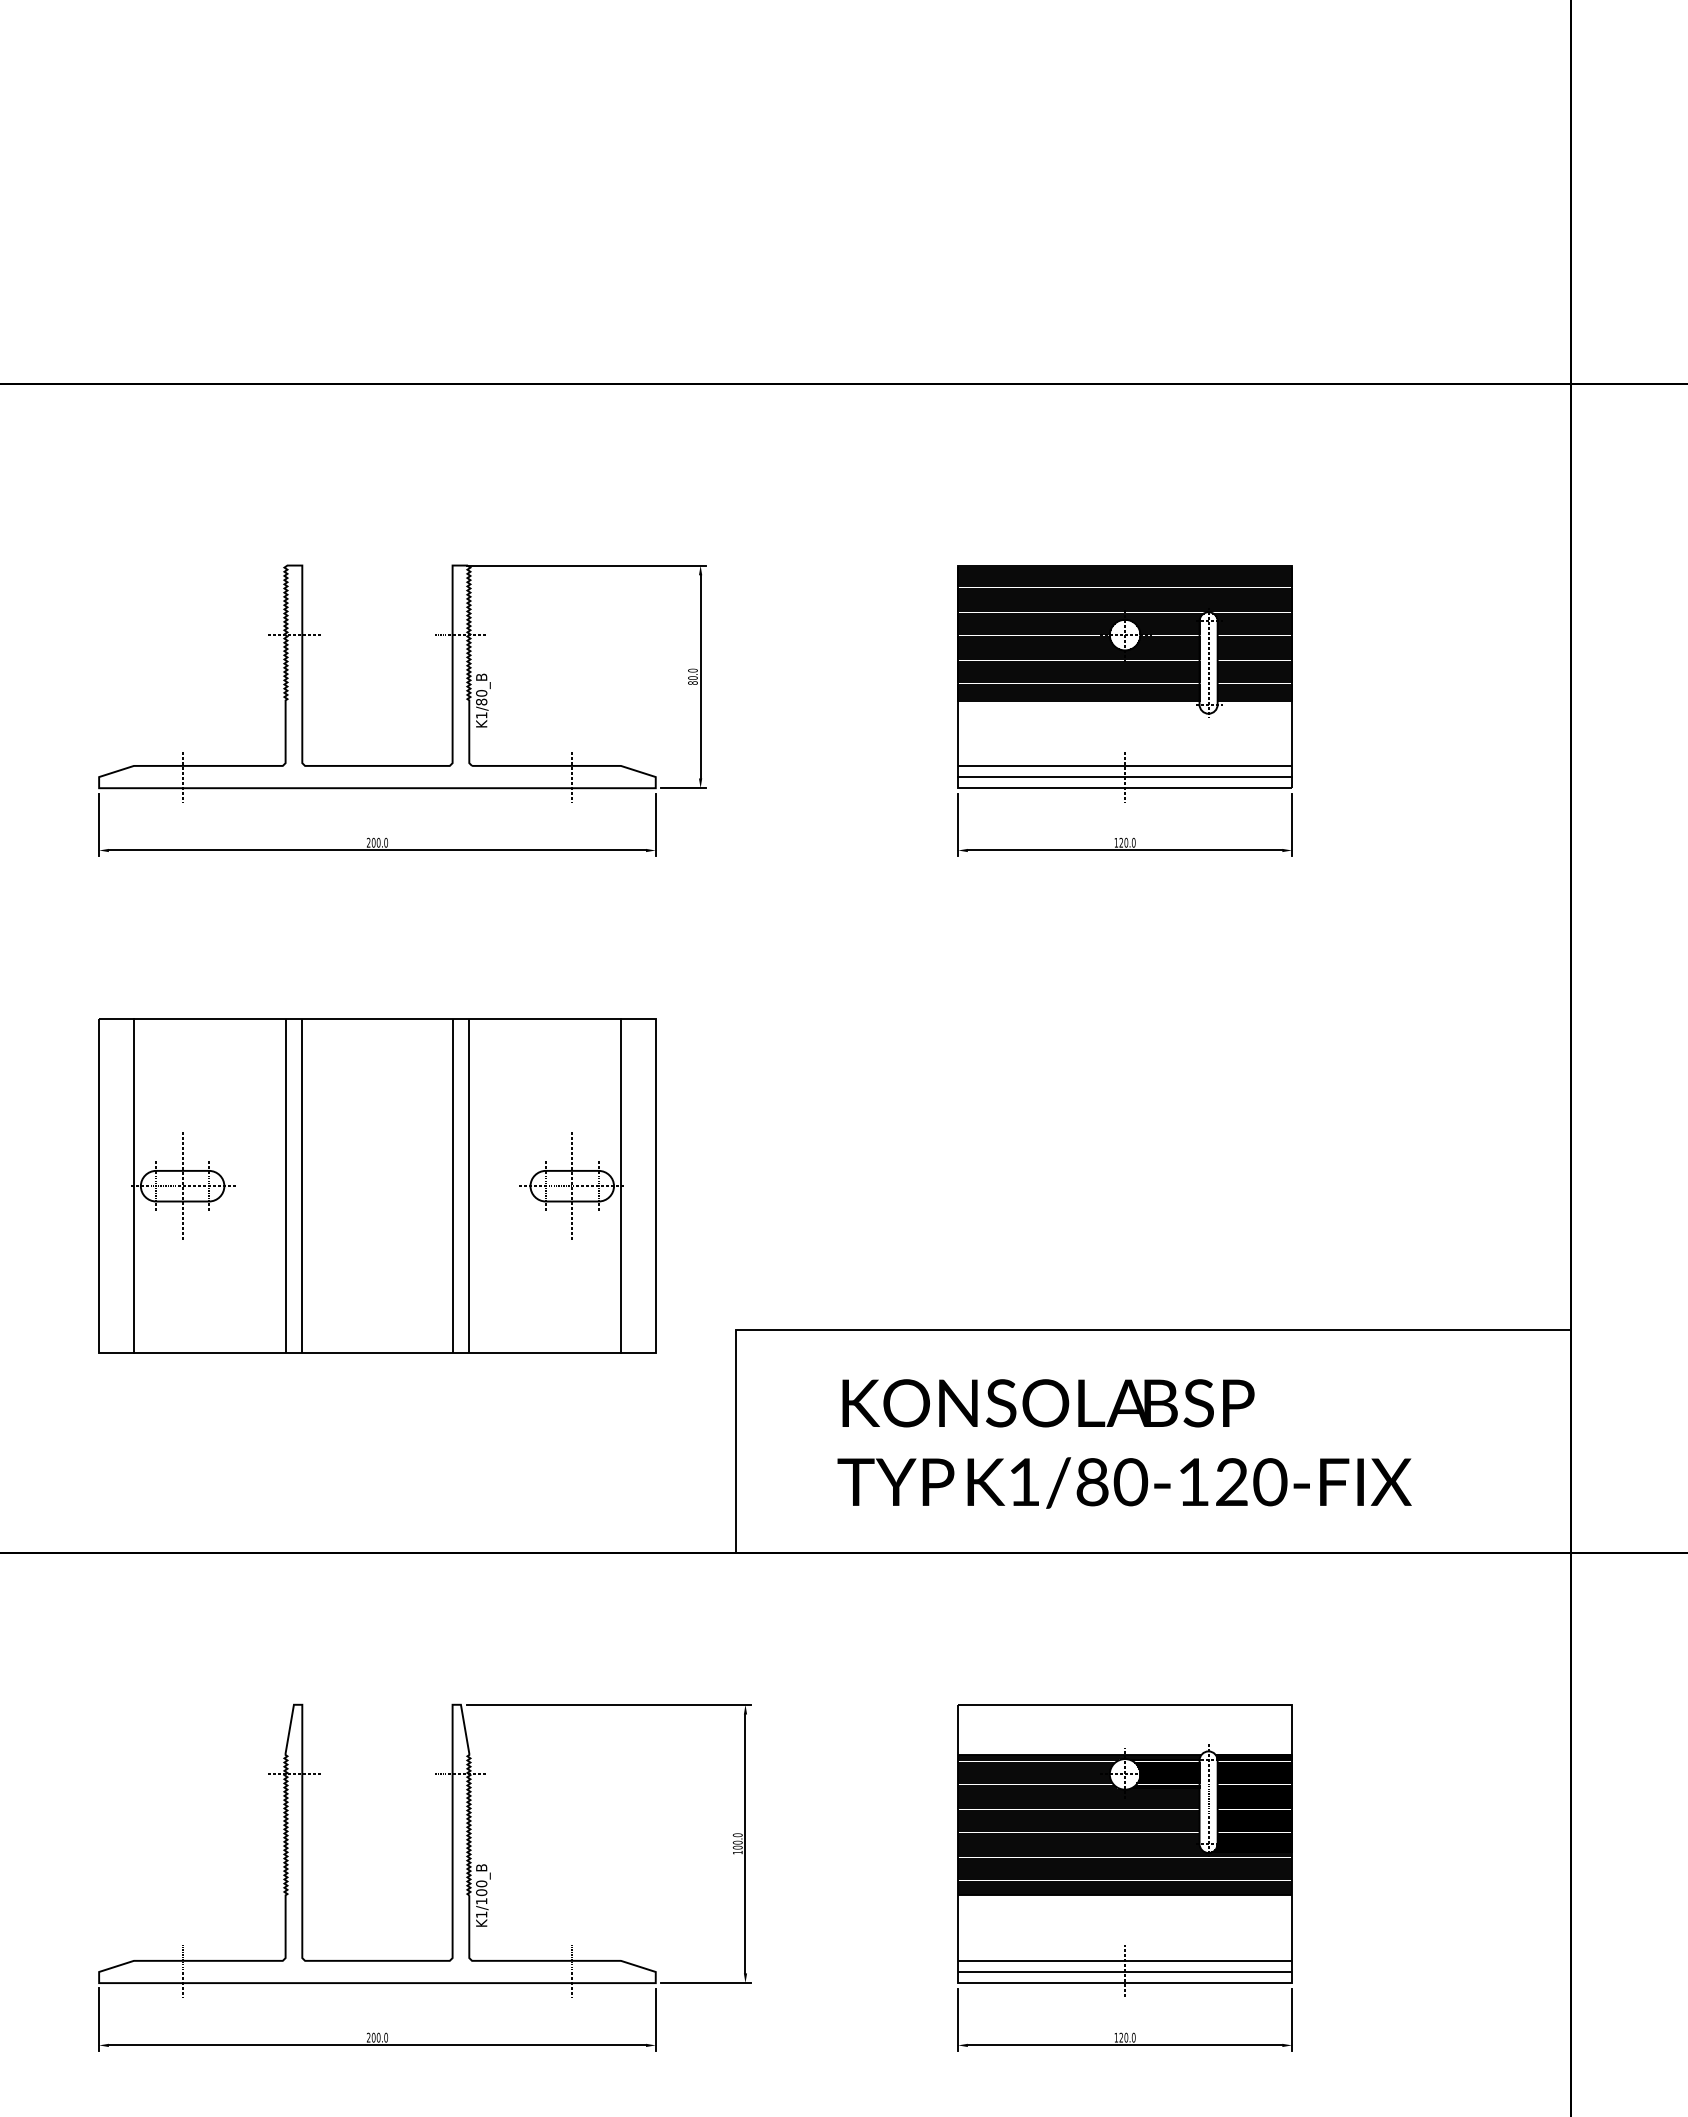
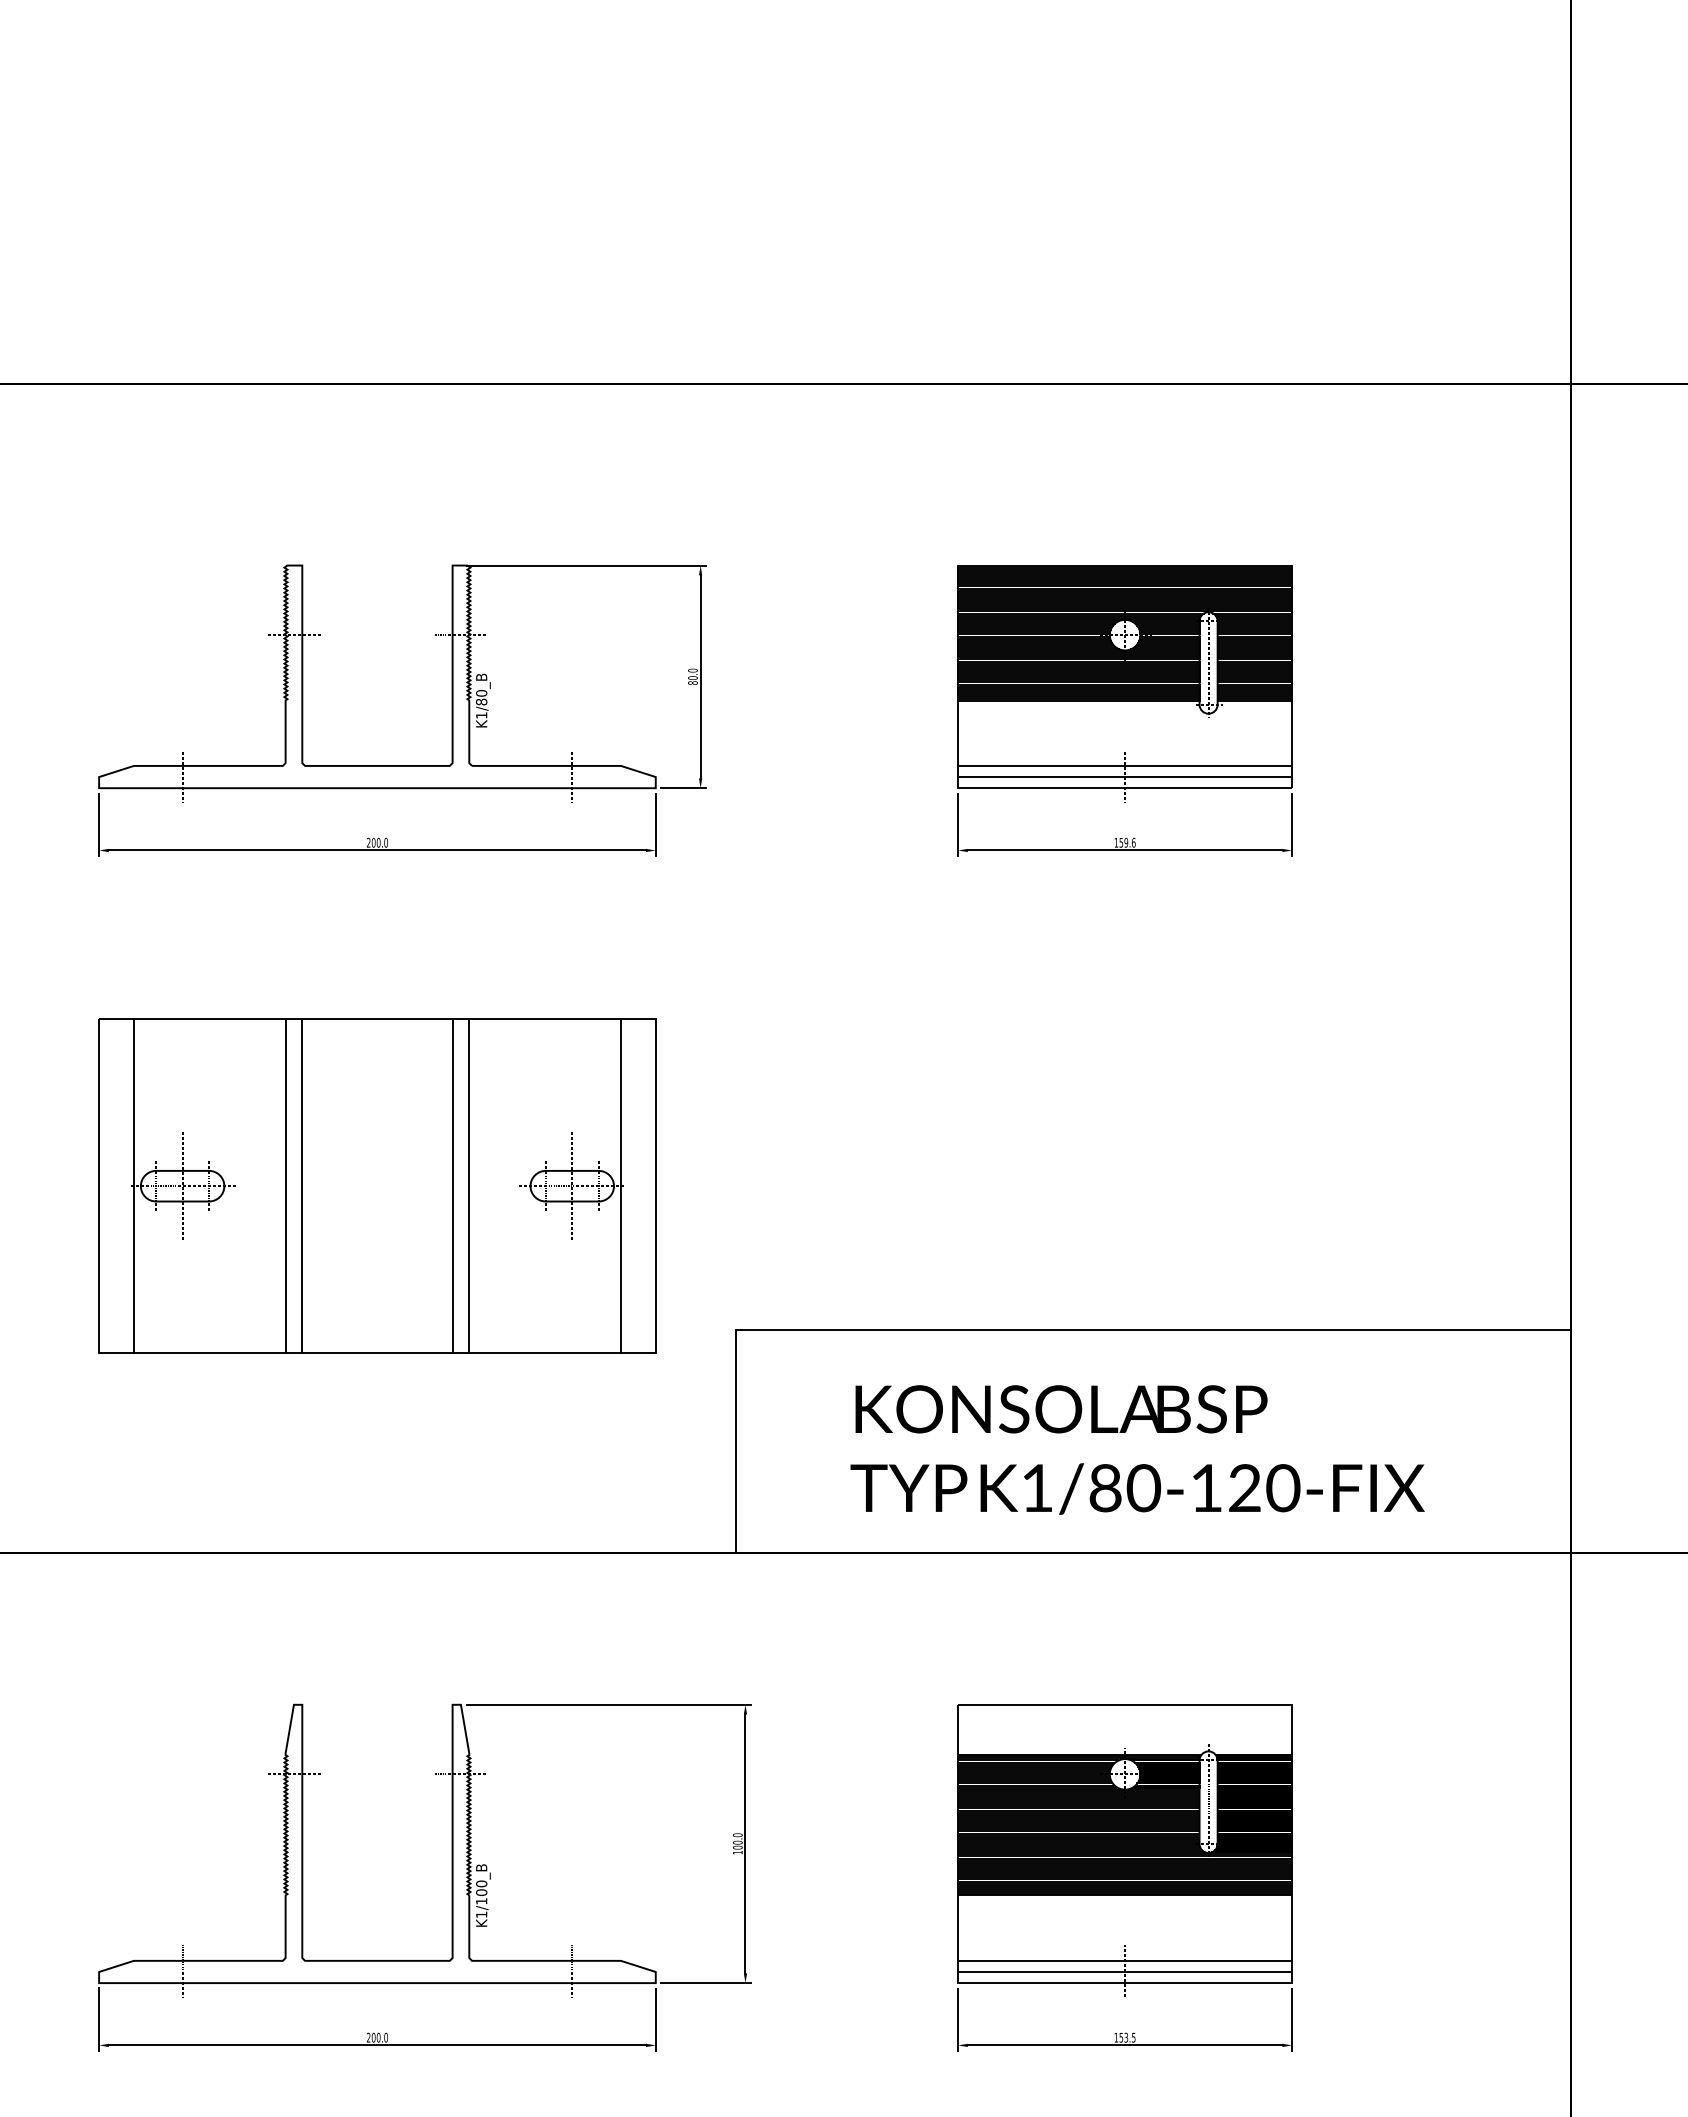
text at (1127, 842): 120.0 -> 159.6
text at (1124, 1443) position: (1124, 1443) -> (1137, 1449)
text at (1127, 2037): 120.0 -> 153.5
